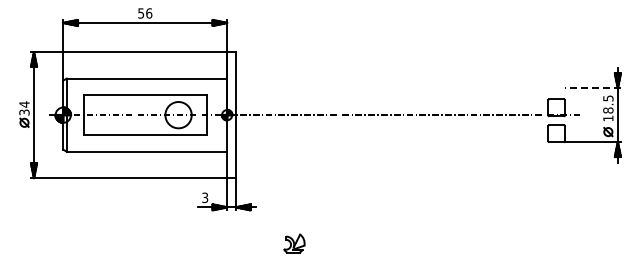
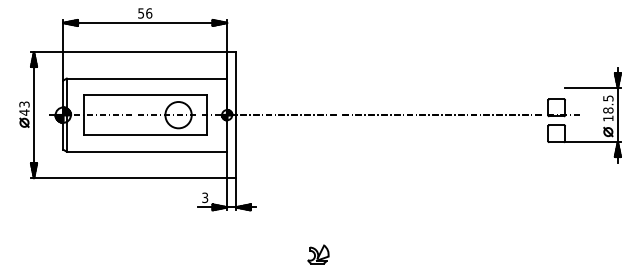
line at (592, 88): dashed -> solid
text at (24, 108): 34 -> 43
part at (294, 243) position: (294, 243) -> (318, 254)
